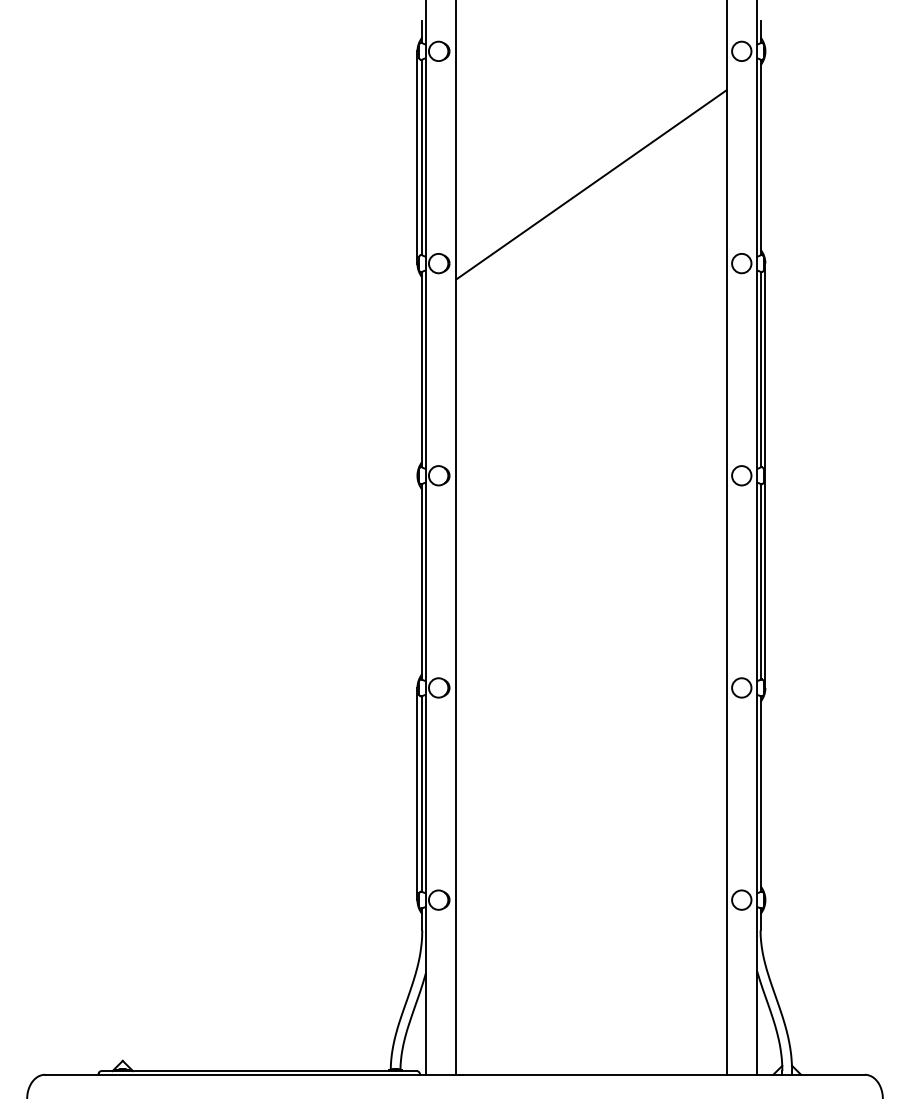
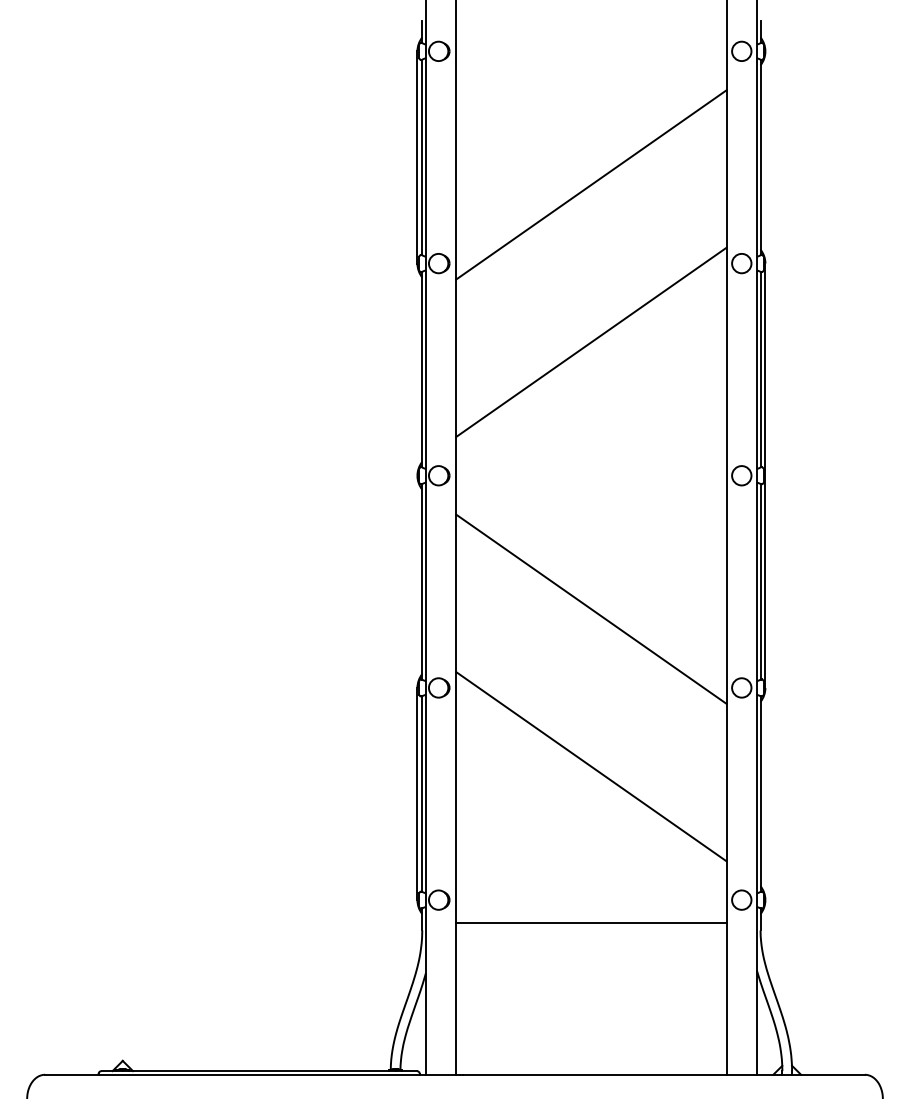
line at (591, 341): none -> present
line at (591, 608): none -> present
line at (591, 766): none -> present
line at (591, 922): none -> present
